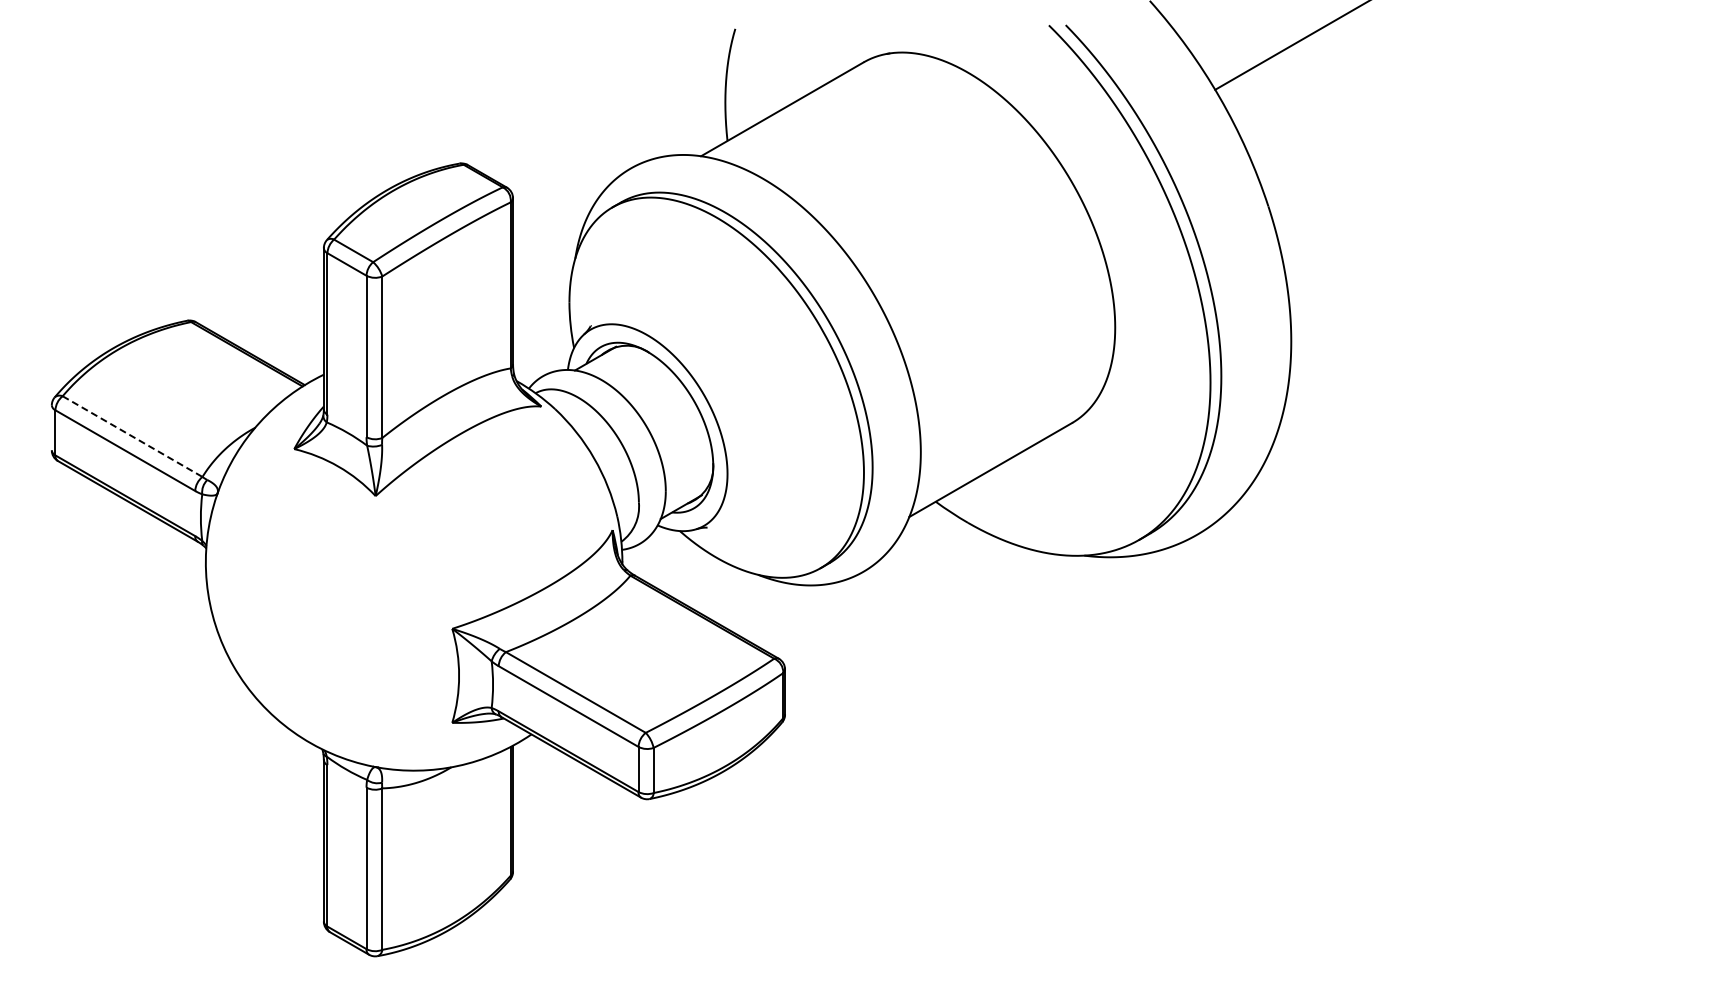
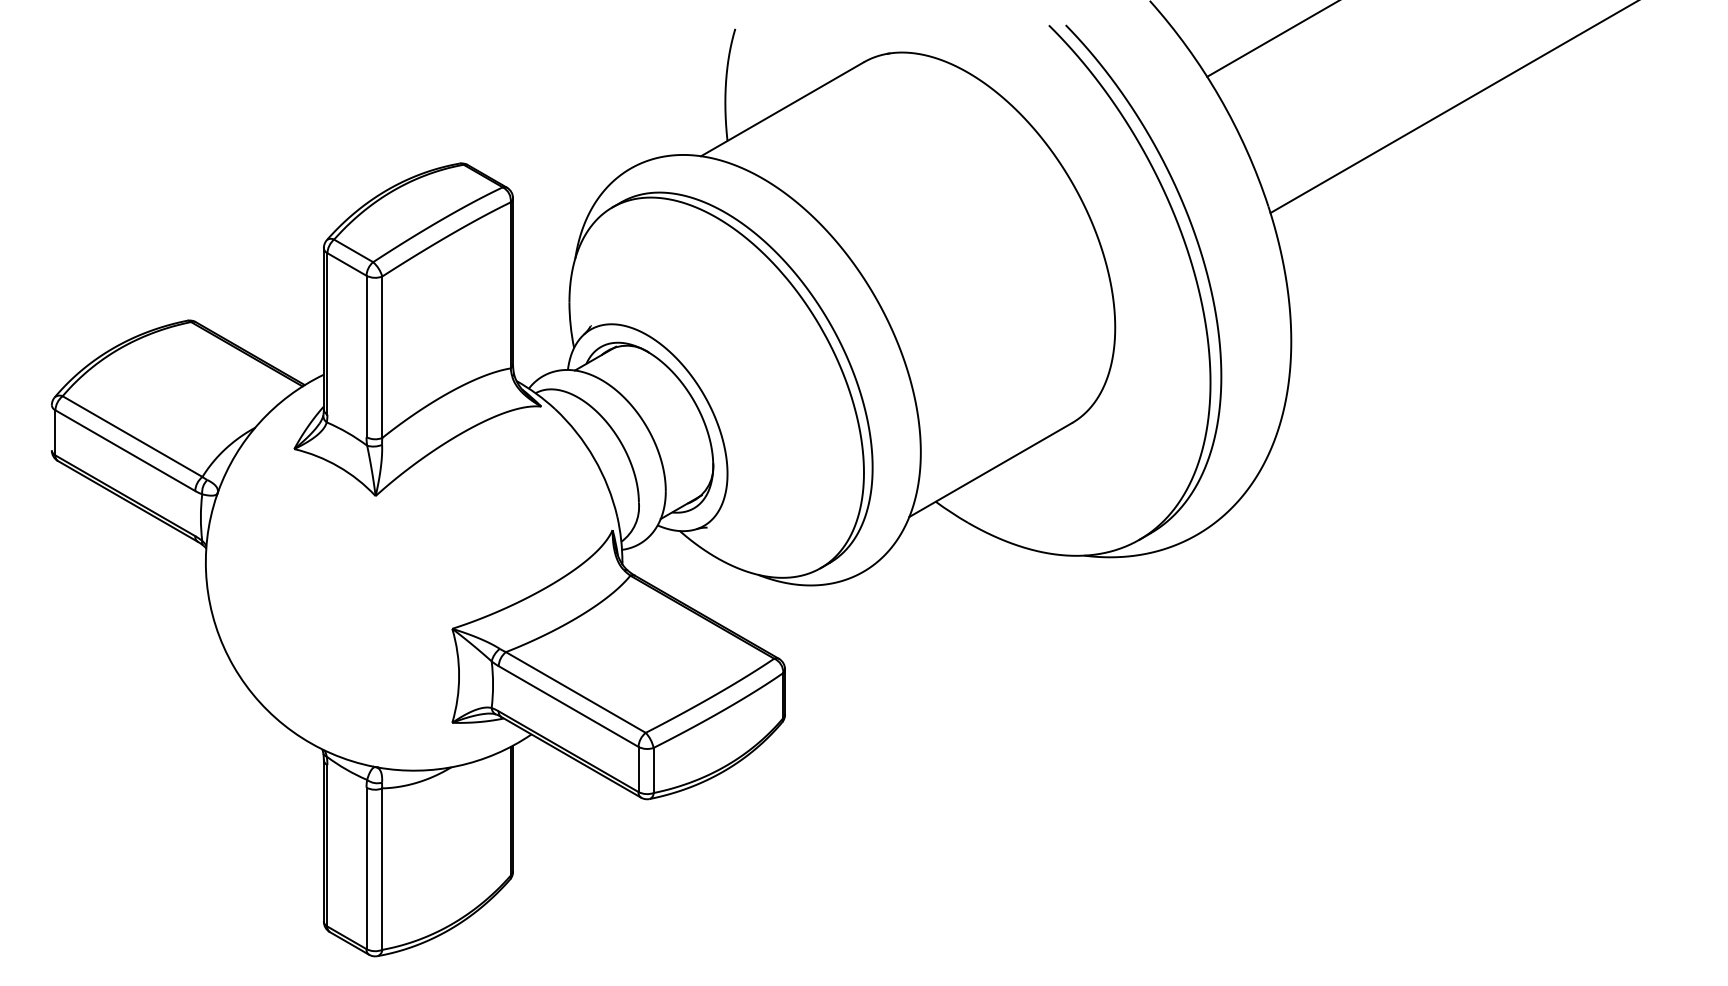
line at (1290, 45) position: (1290, 45) -> (1271, 39)
line at (1452, 107): none -> present
line at (132, 436): dashed -> solid
